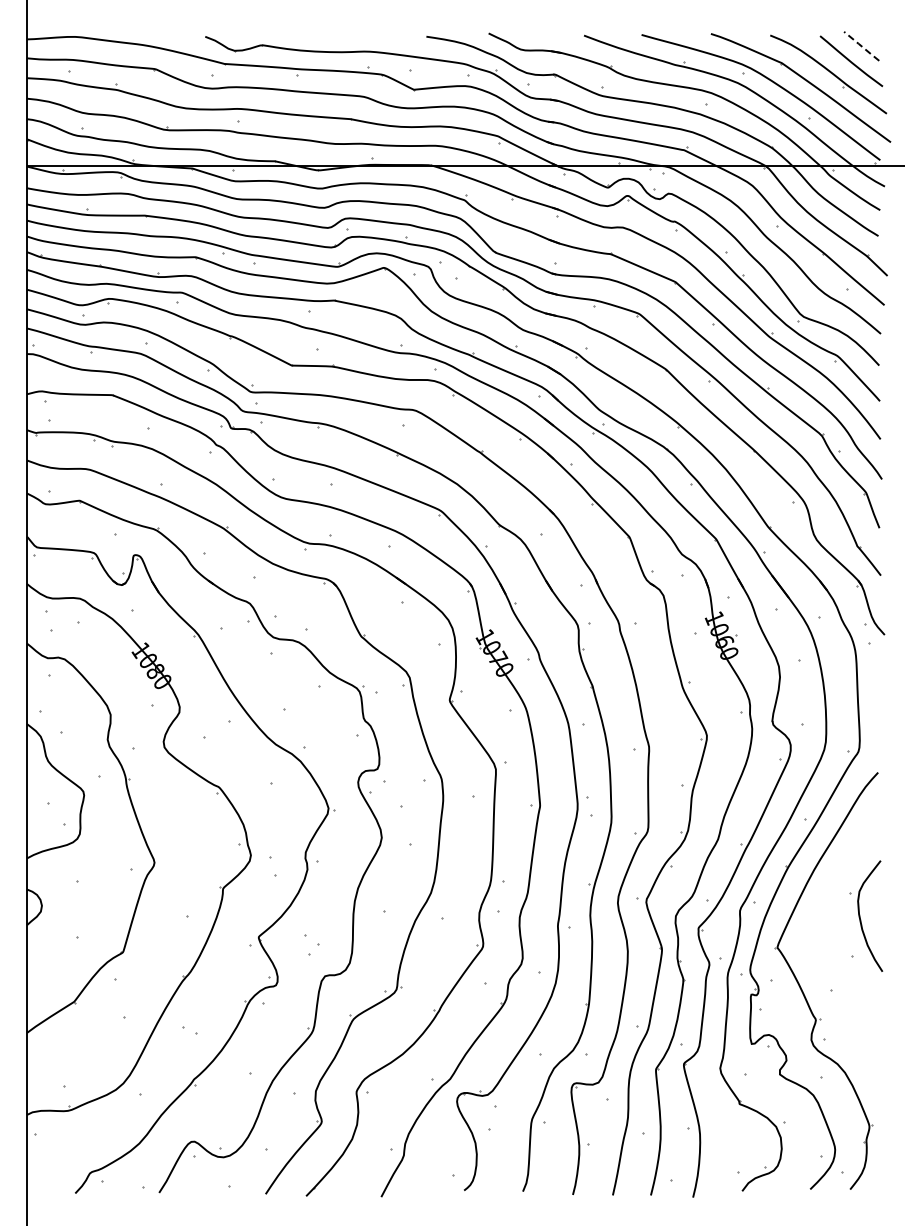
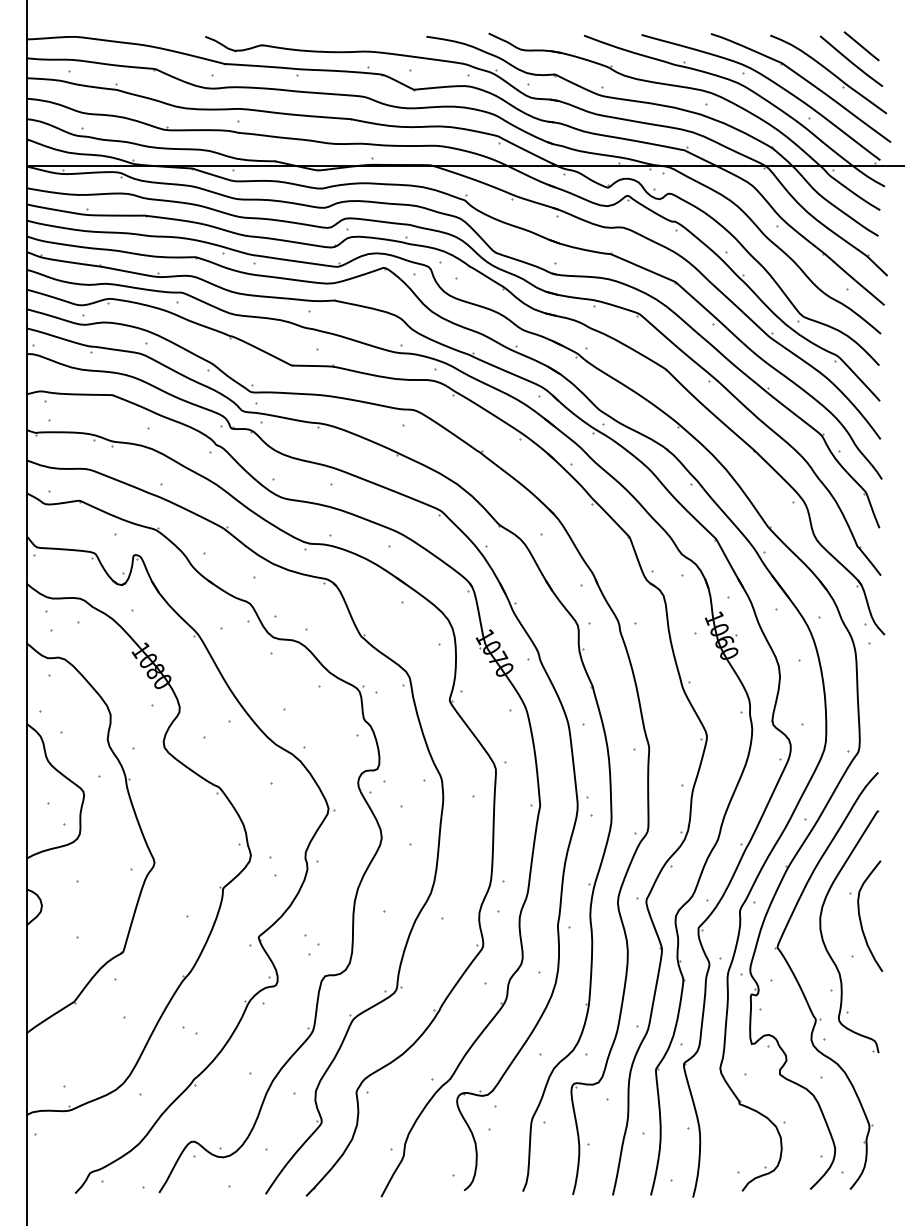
line at (861, 46): dashed -> solid
part at (823, 937): none -> present
